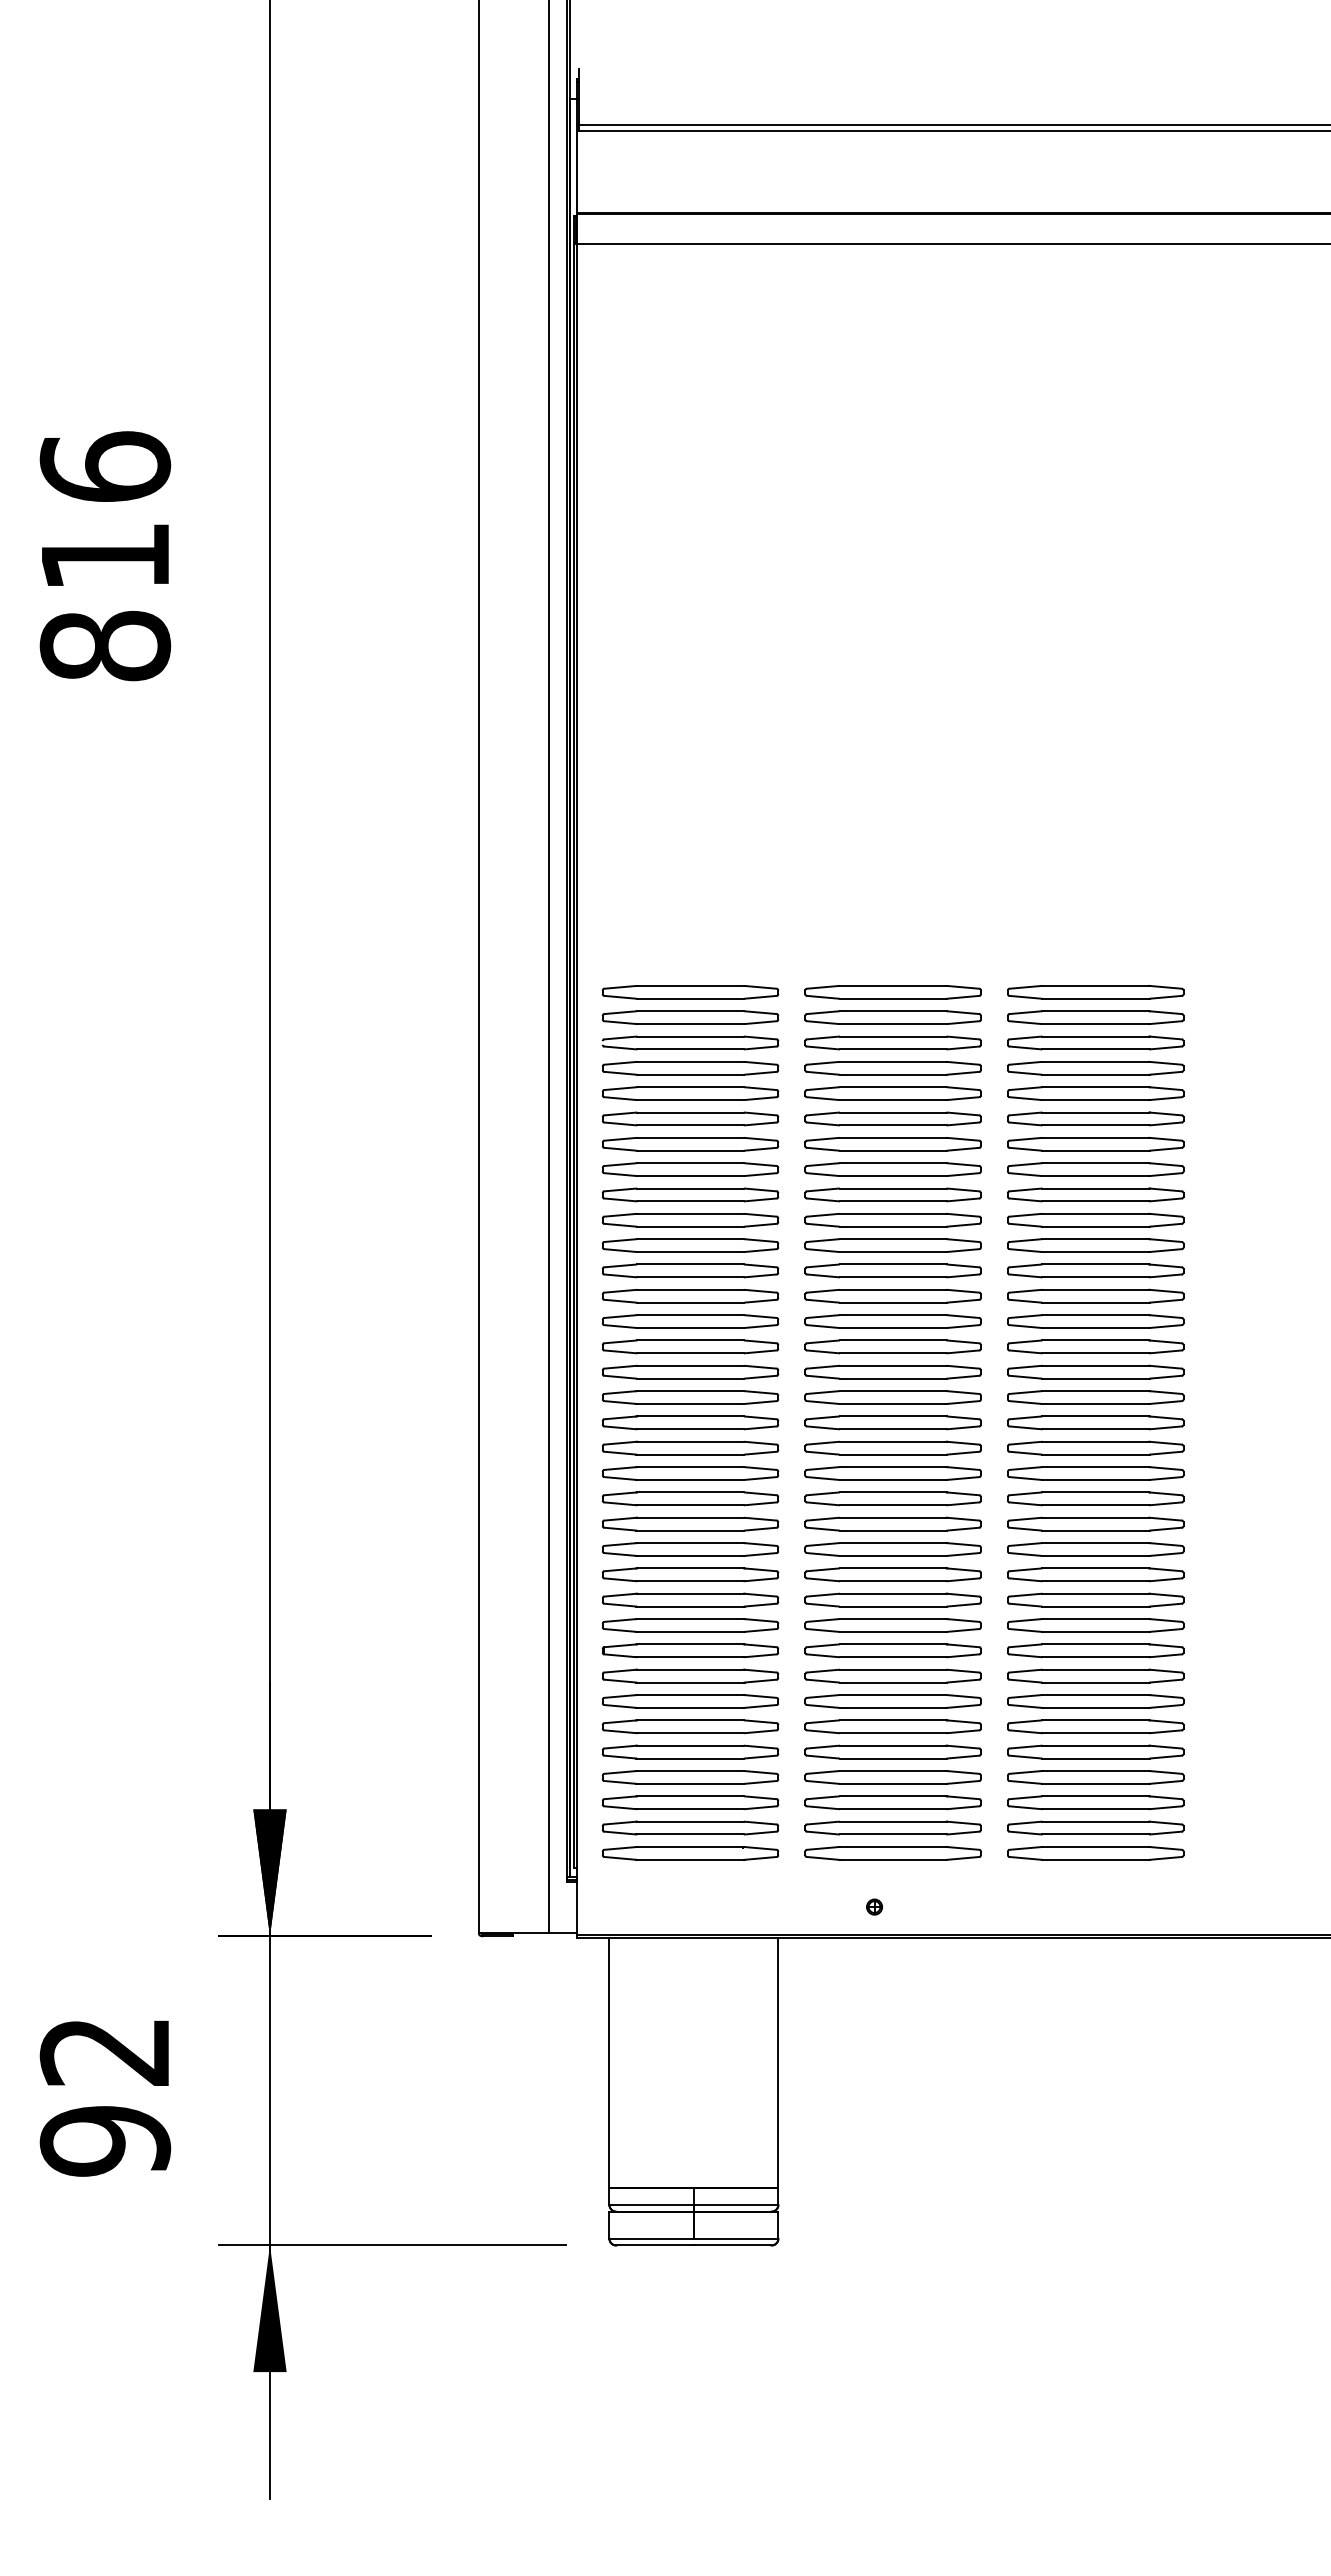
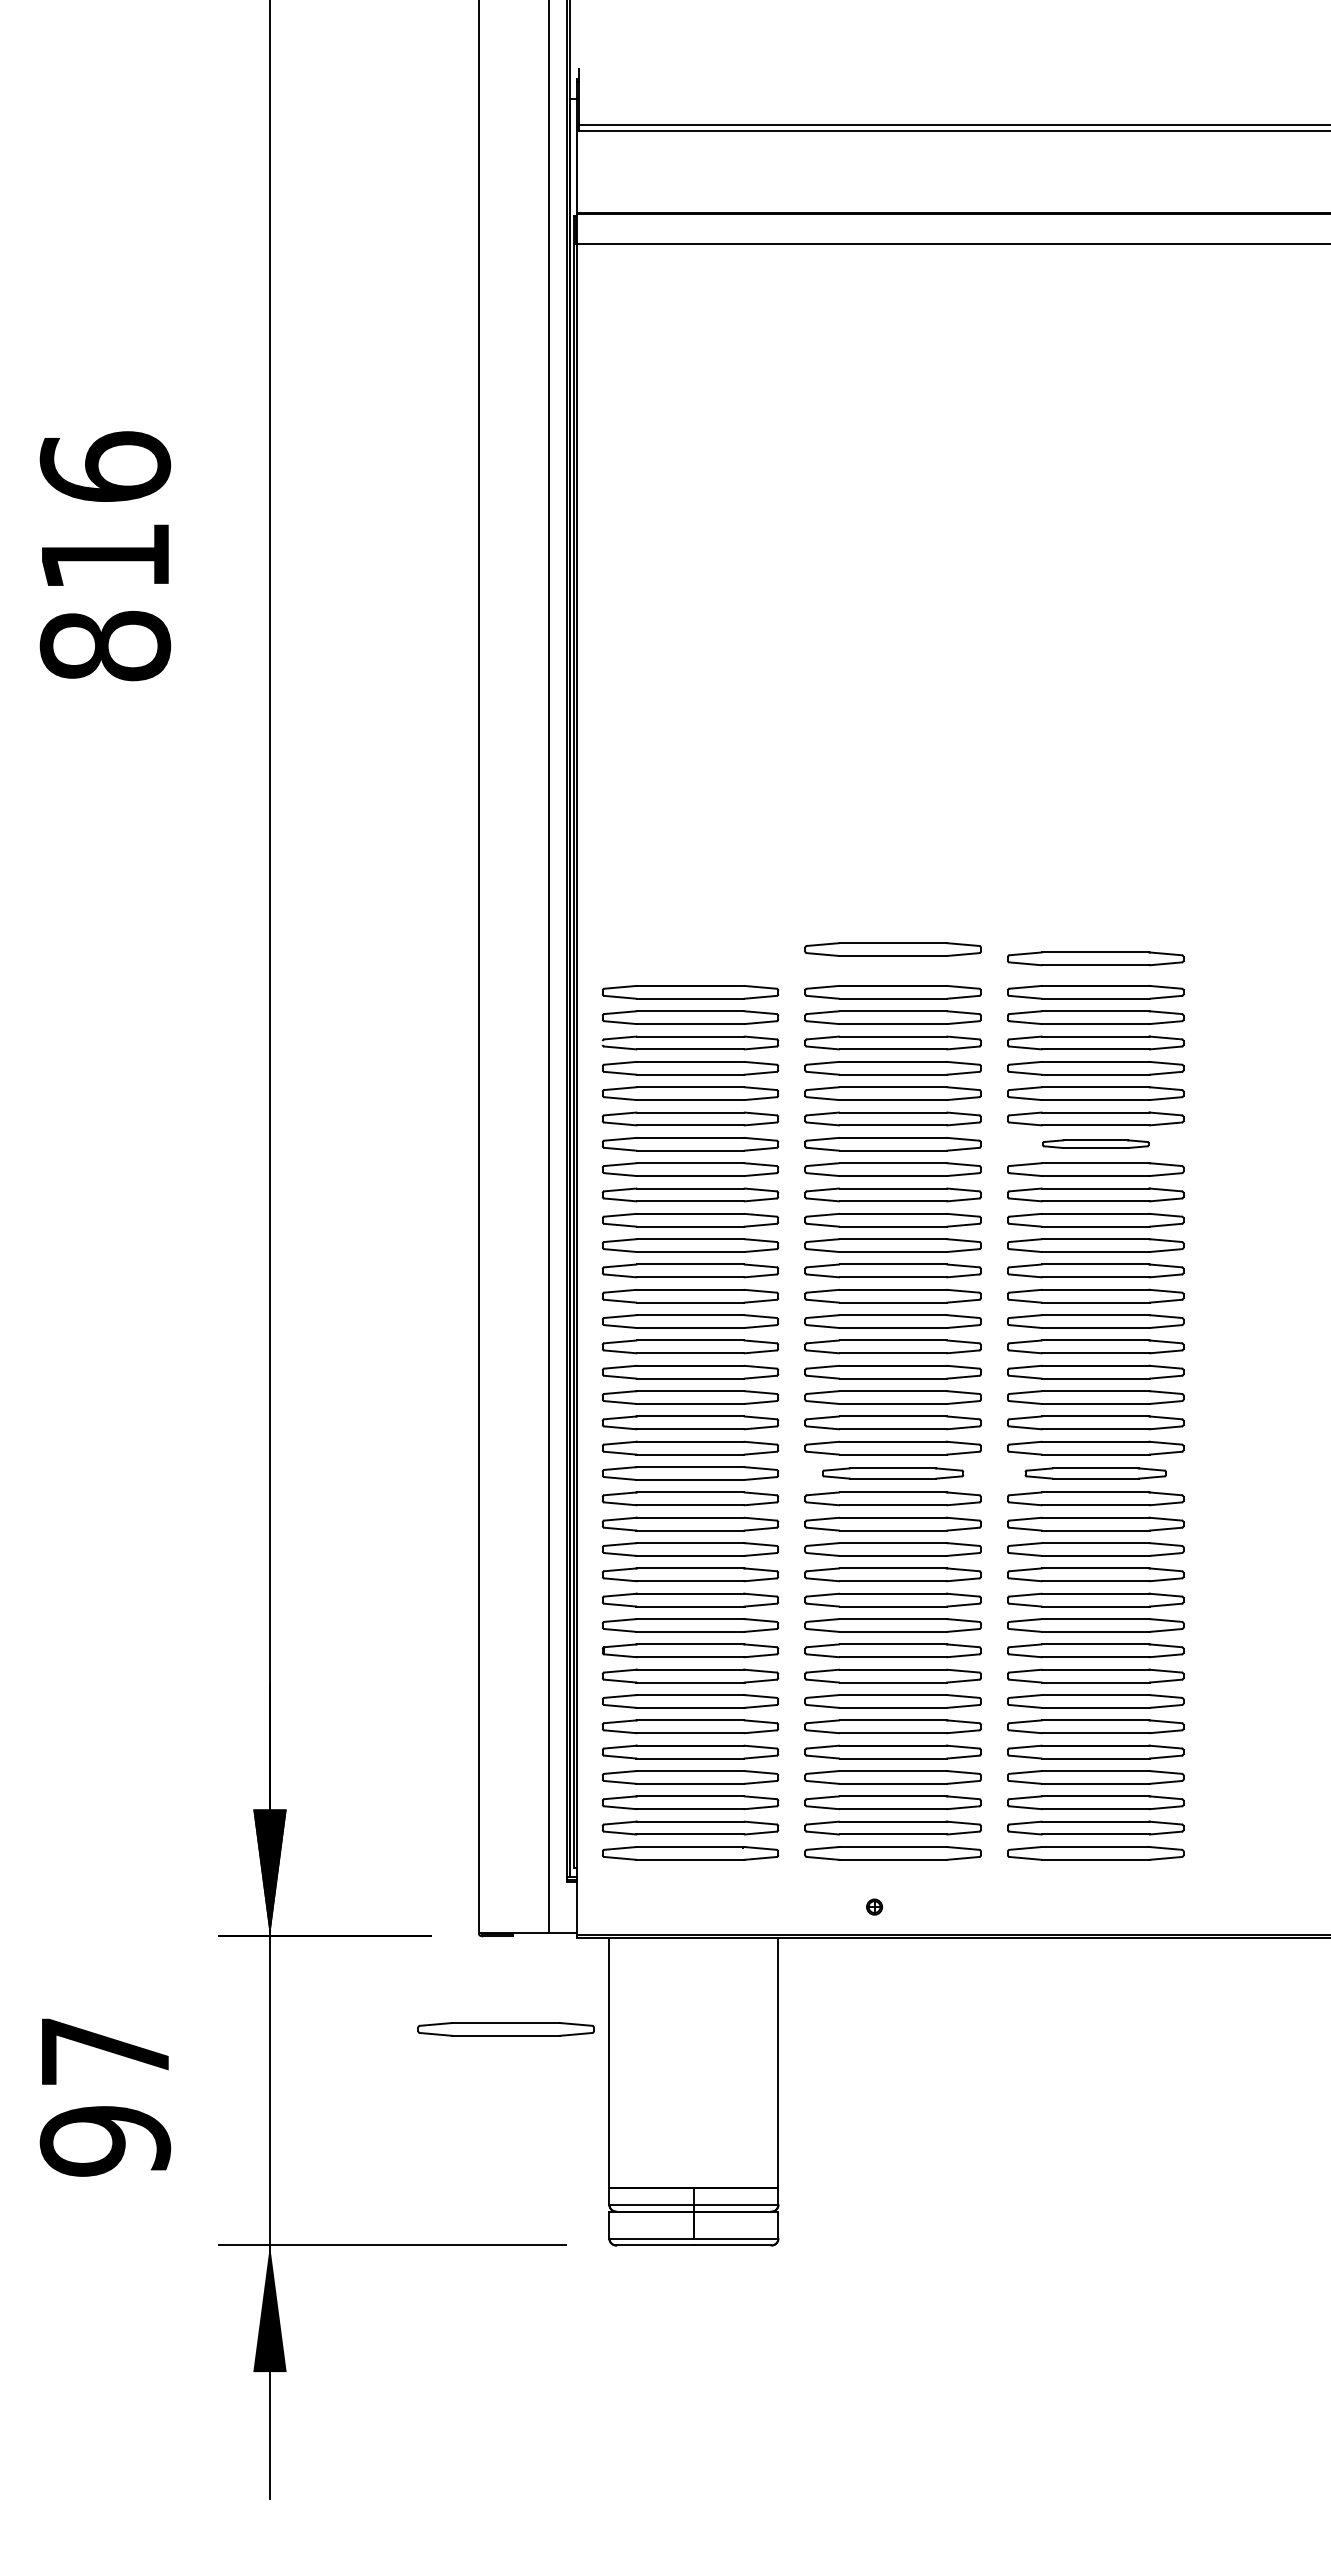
part at (892, 949): none -> present
part at (1095, 958): none -> present
part at (1095, 1143) size: 178x16 px -> 108x10 px
part at (892, 1473) size: 178x15 px -> 143x13 px
part at (1095, 1473) size: 178x15 px -> 143x13 px
part at (505, 2029): none -> present
text at (103, 2051): 92 -> 97
